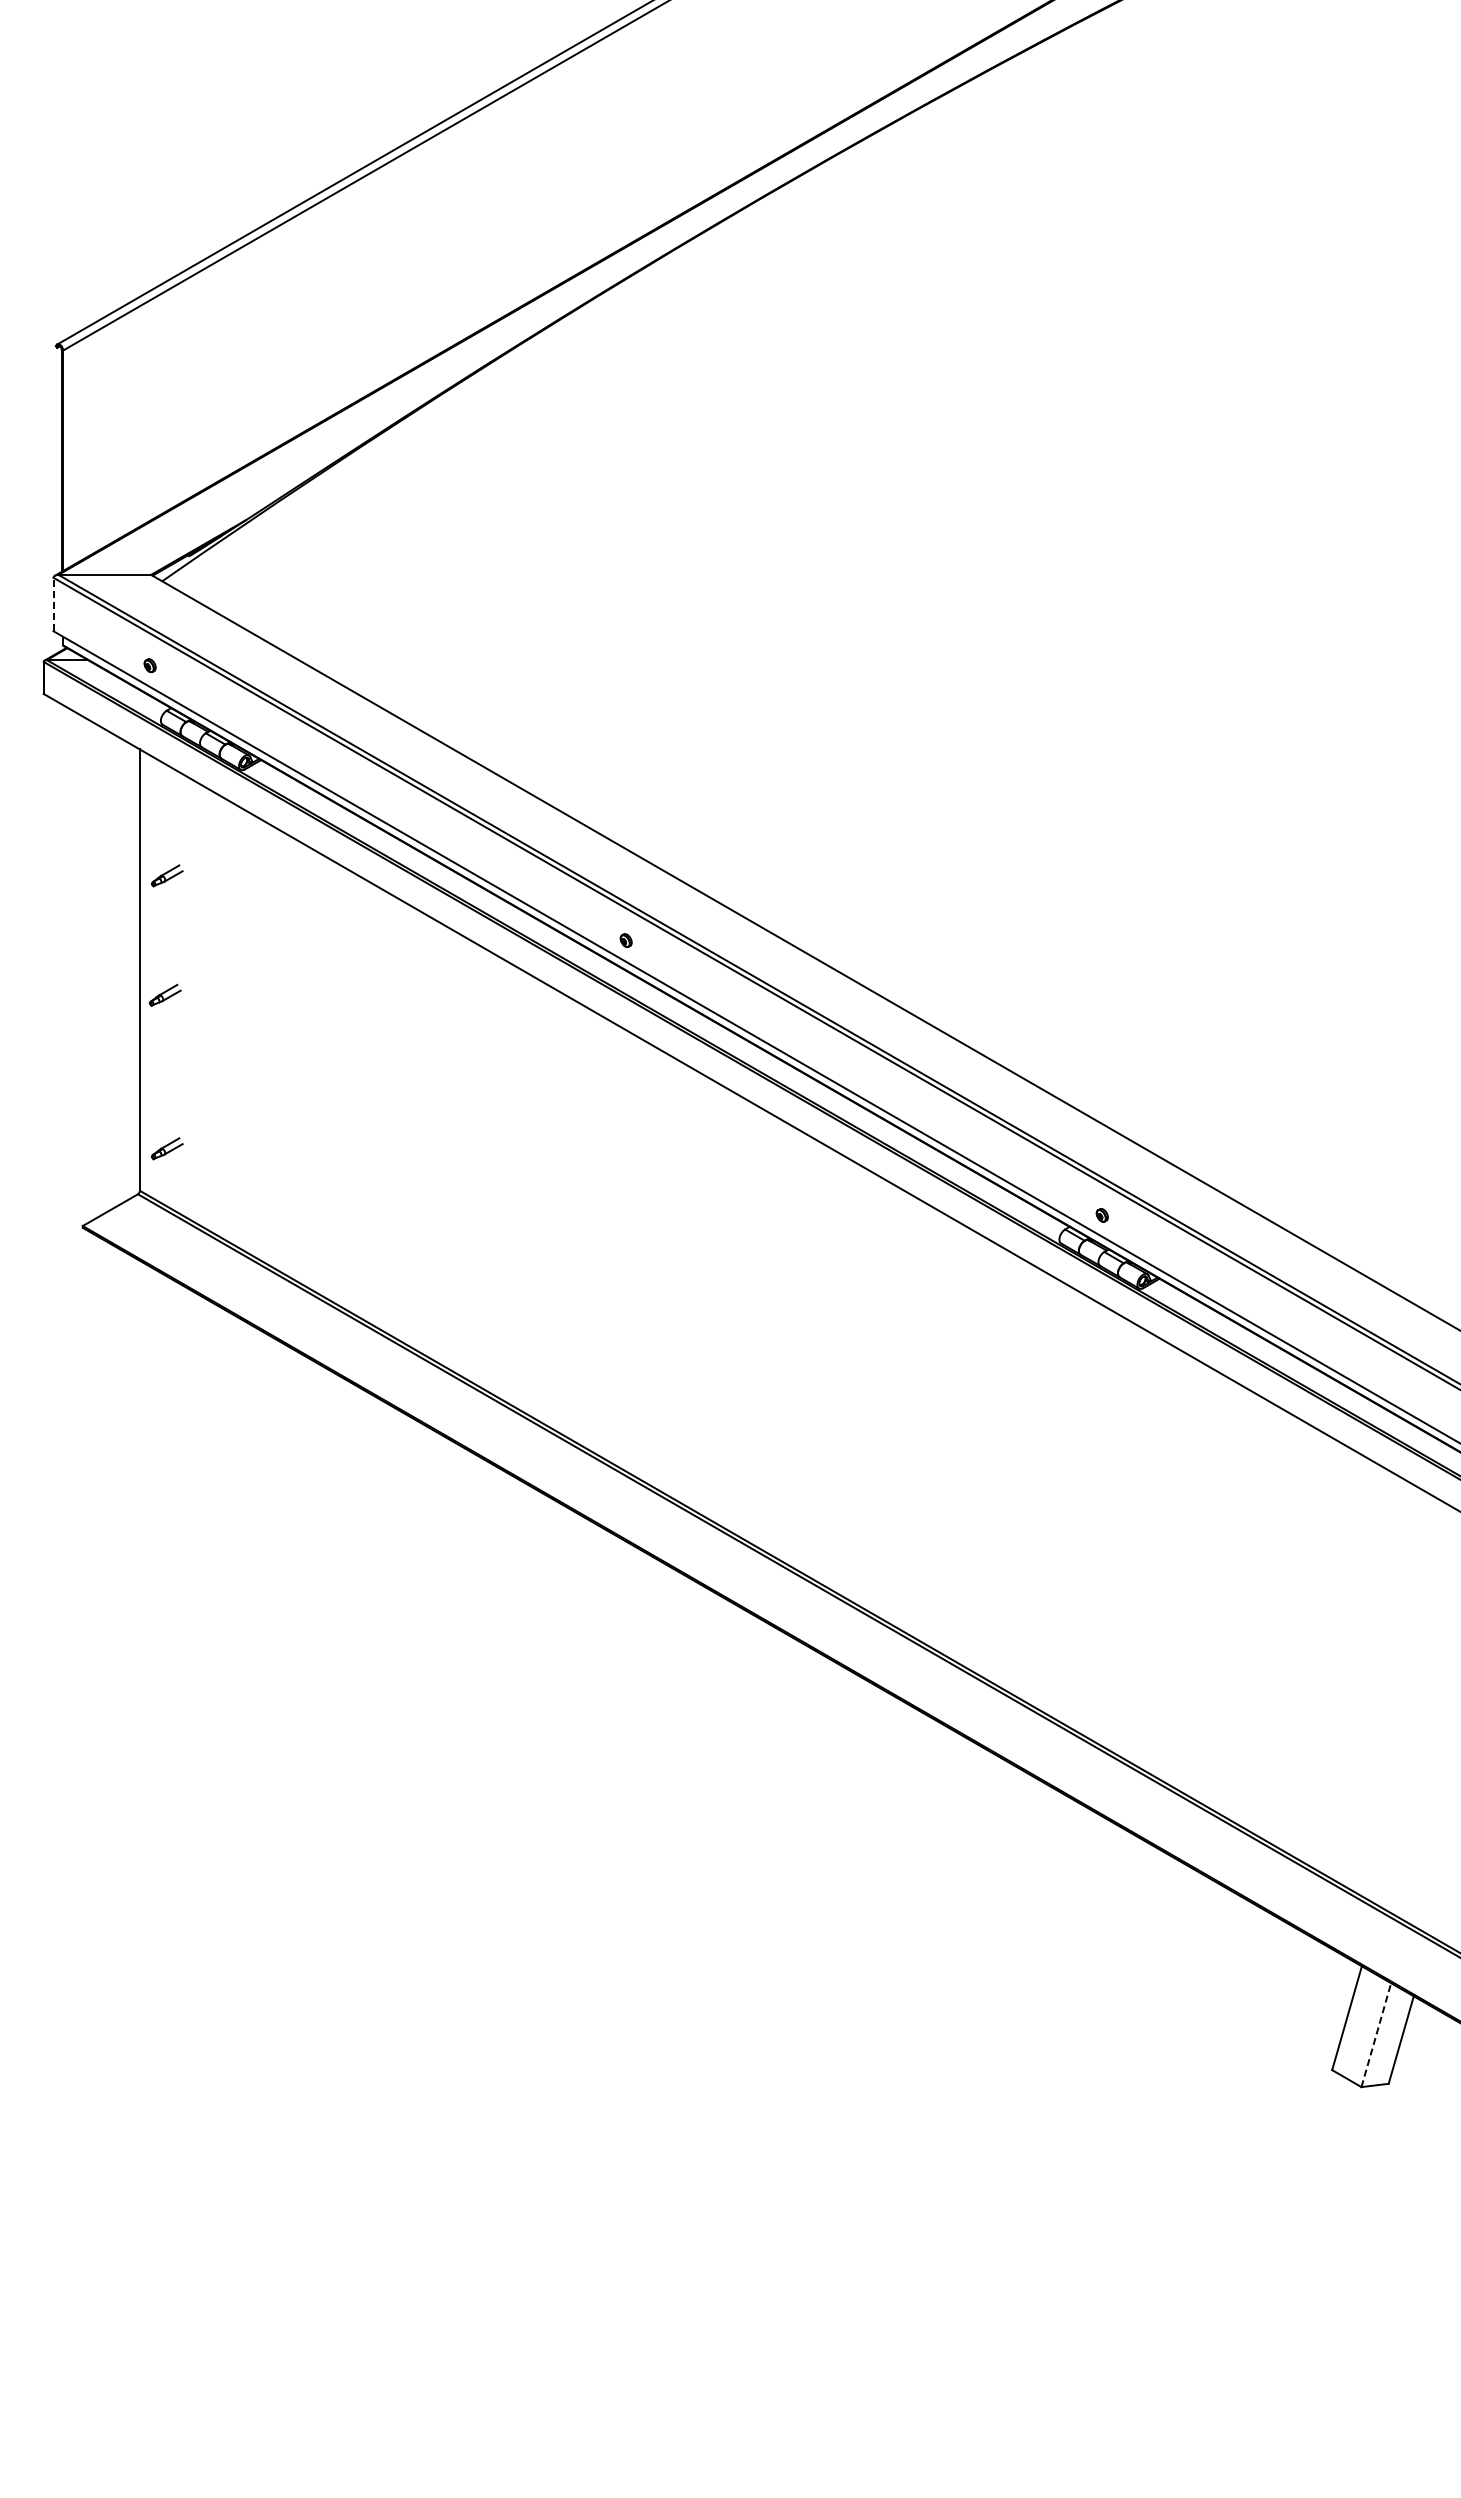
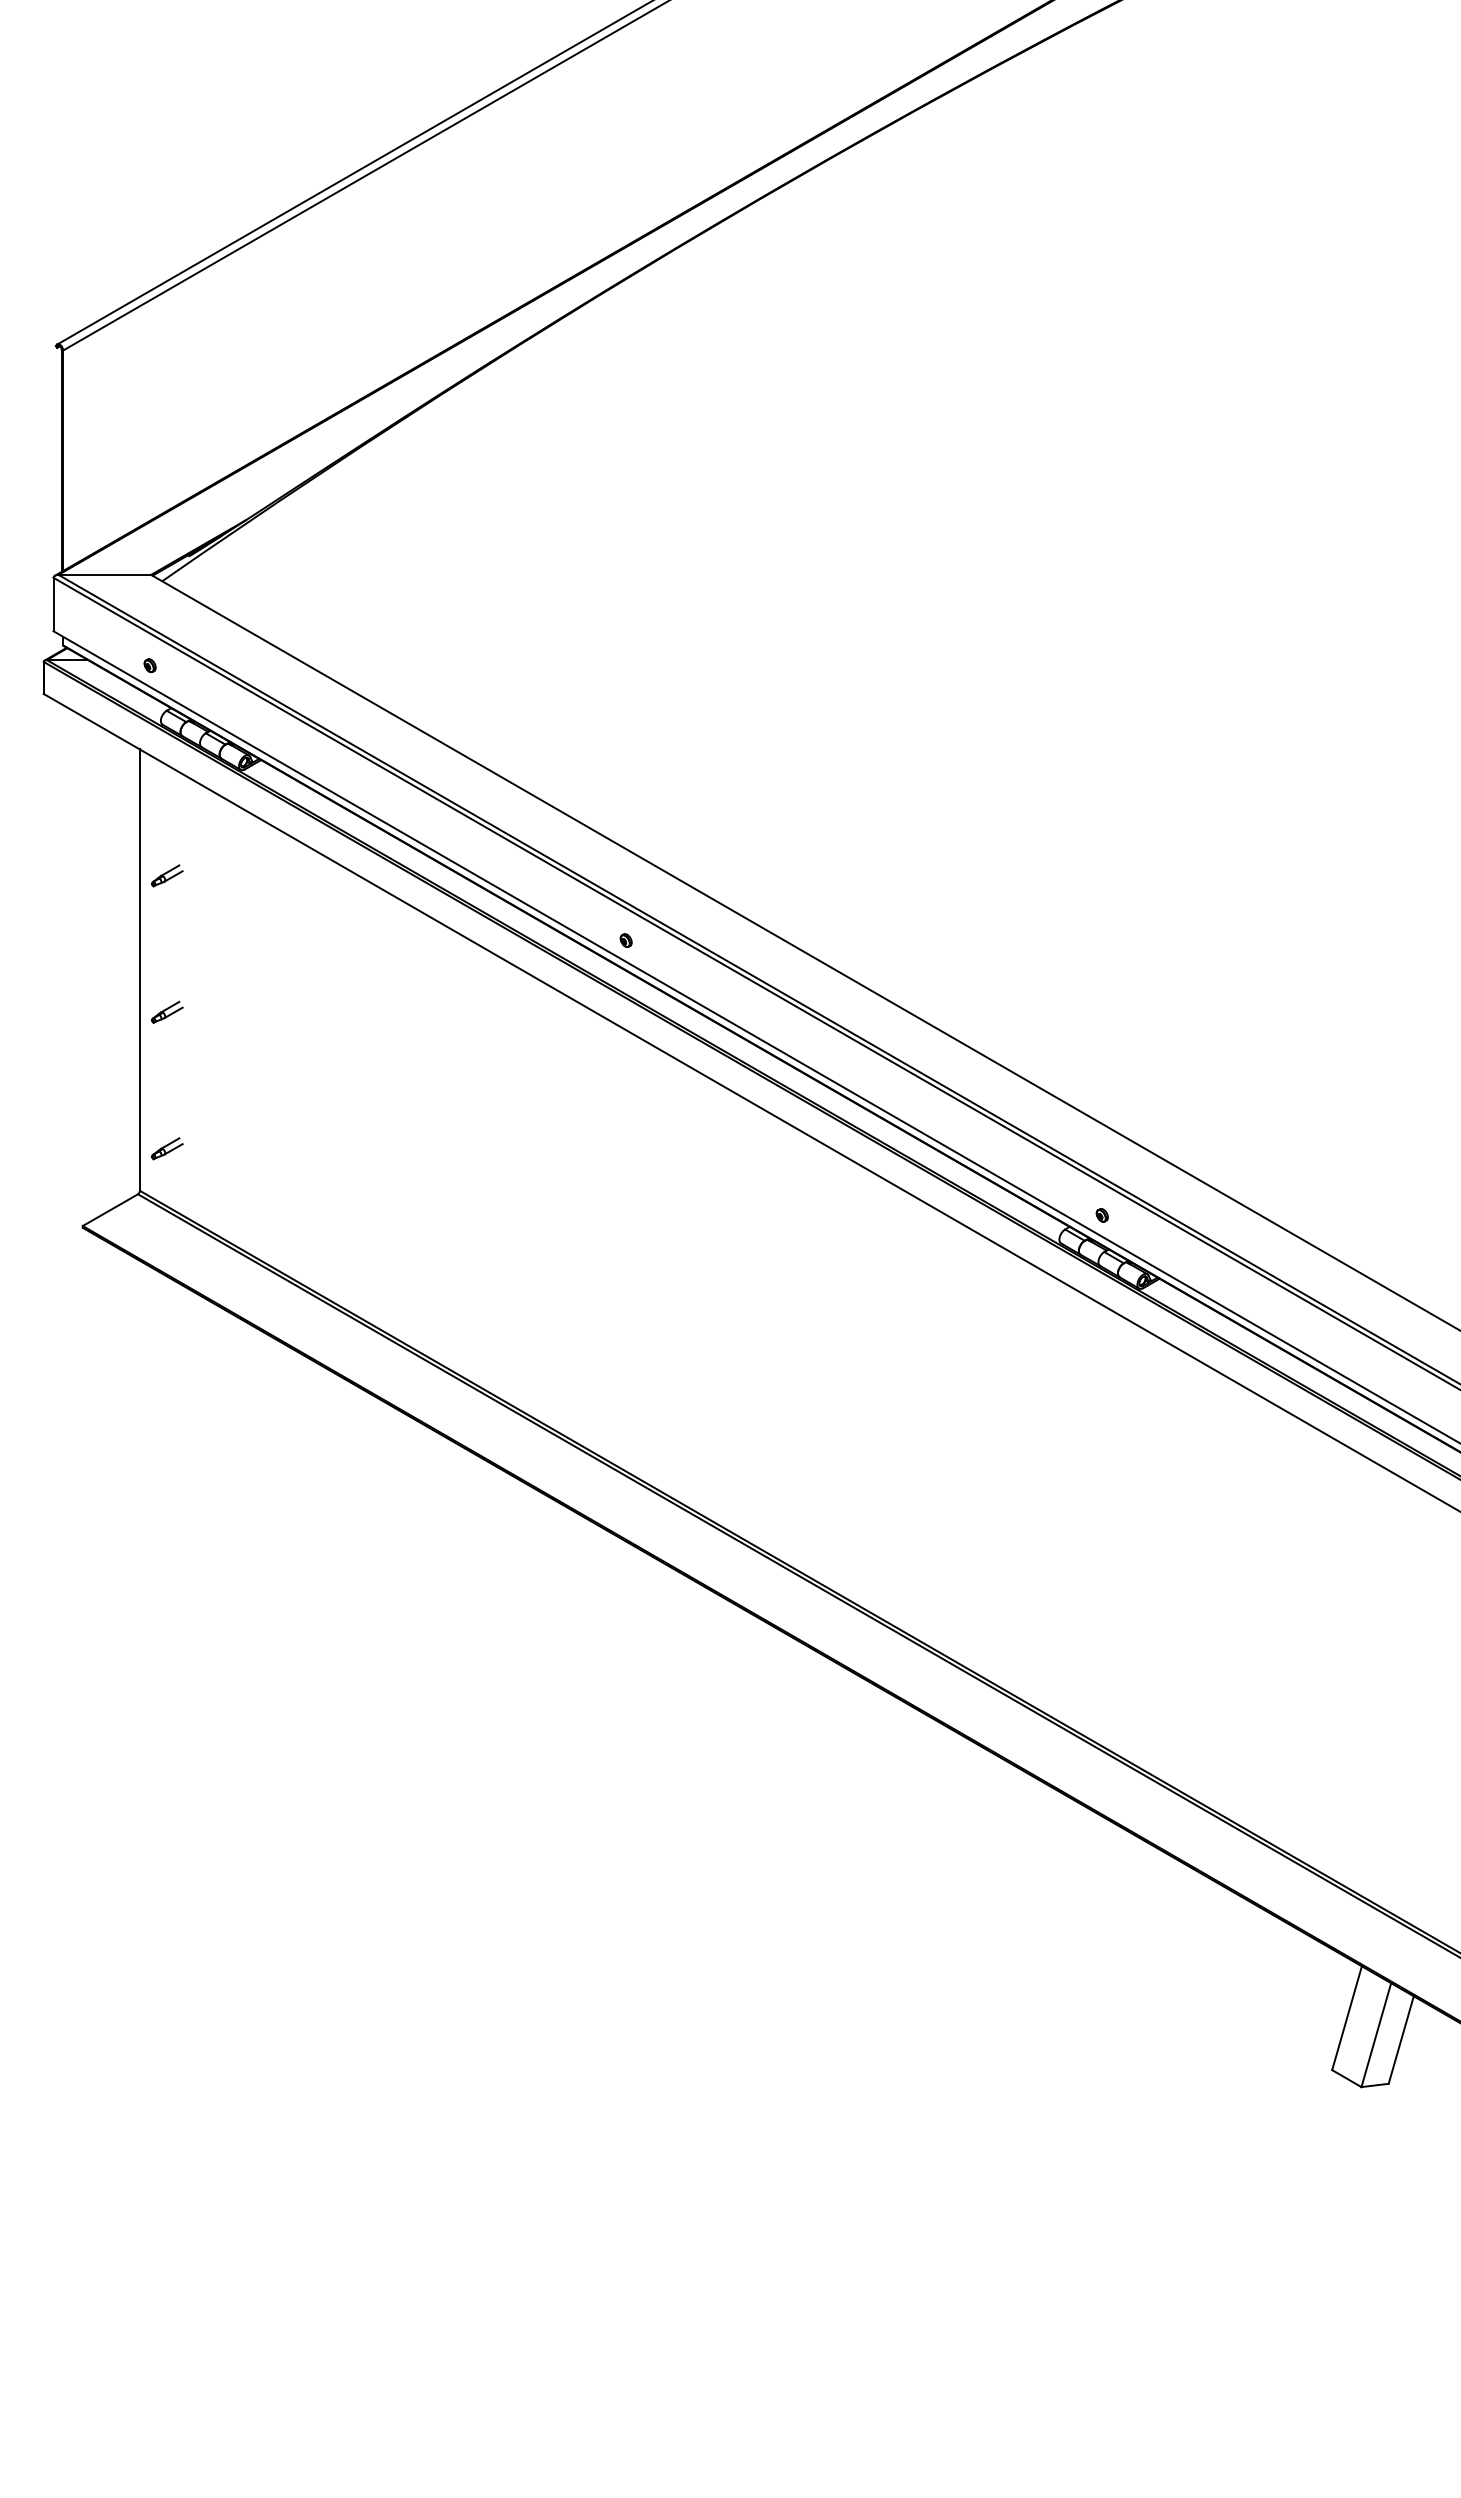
line at (53, 604): dashed -> solid
part at (164, 994) position: (164, 994) -> (166, 1011)
line at (1376, 2034): dashed -> solid
